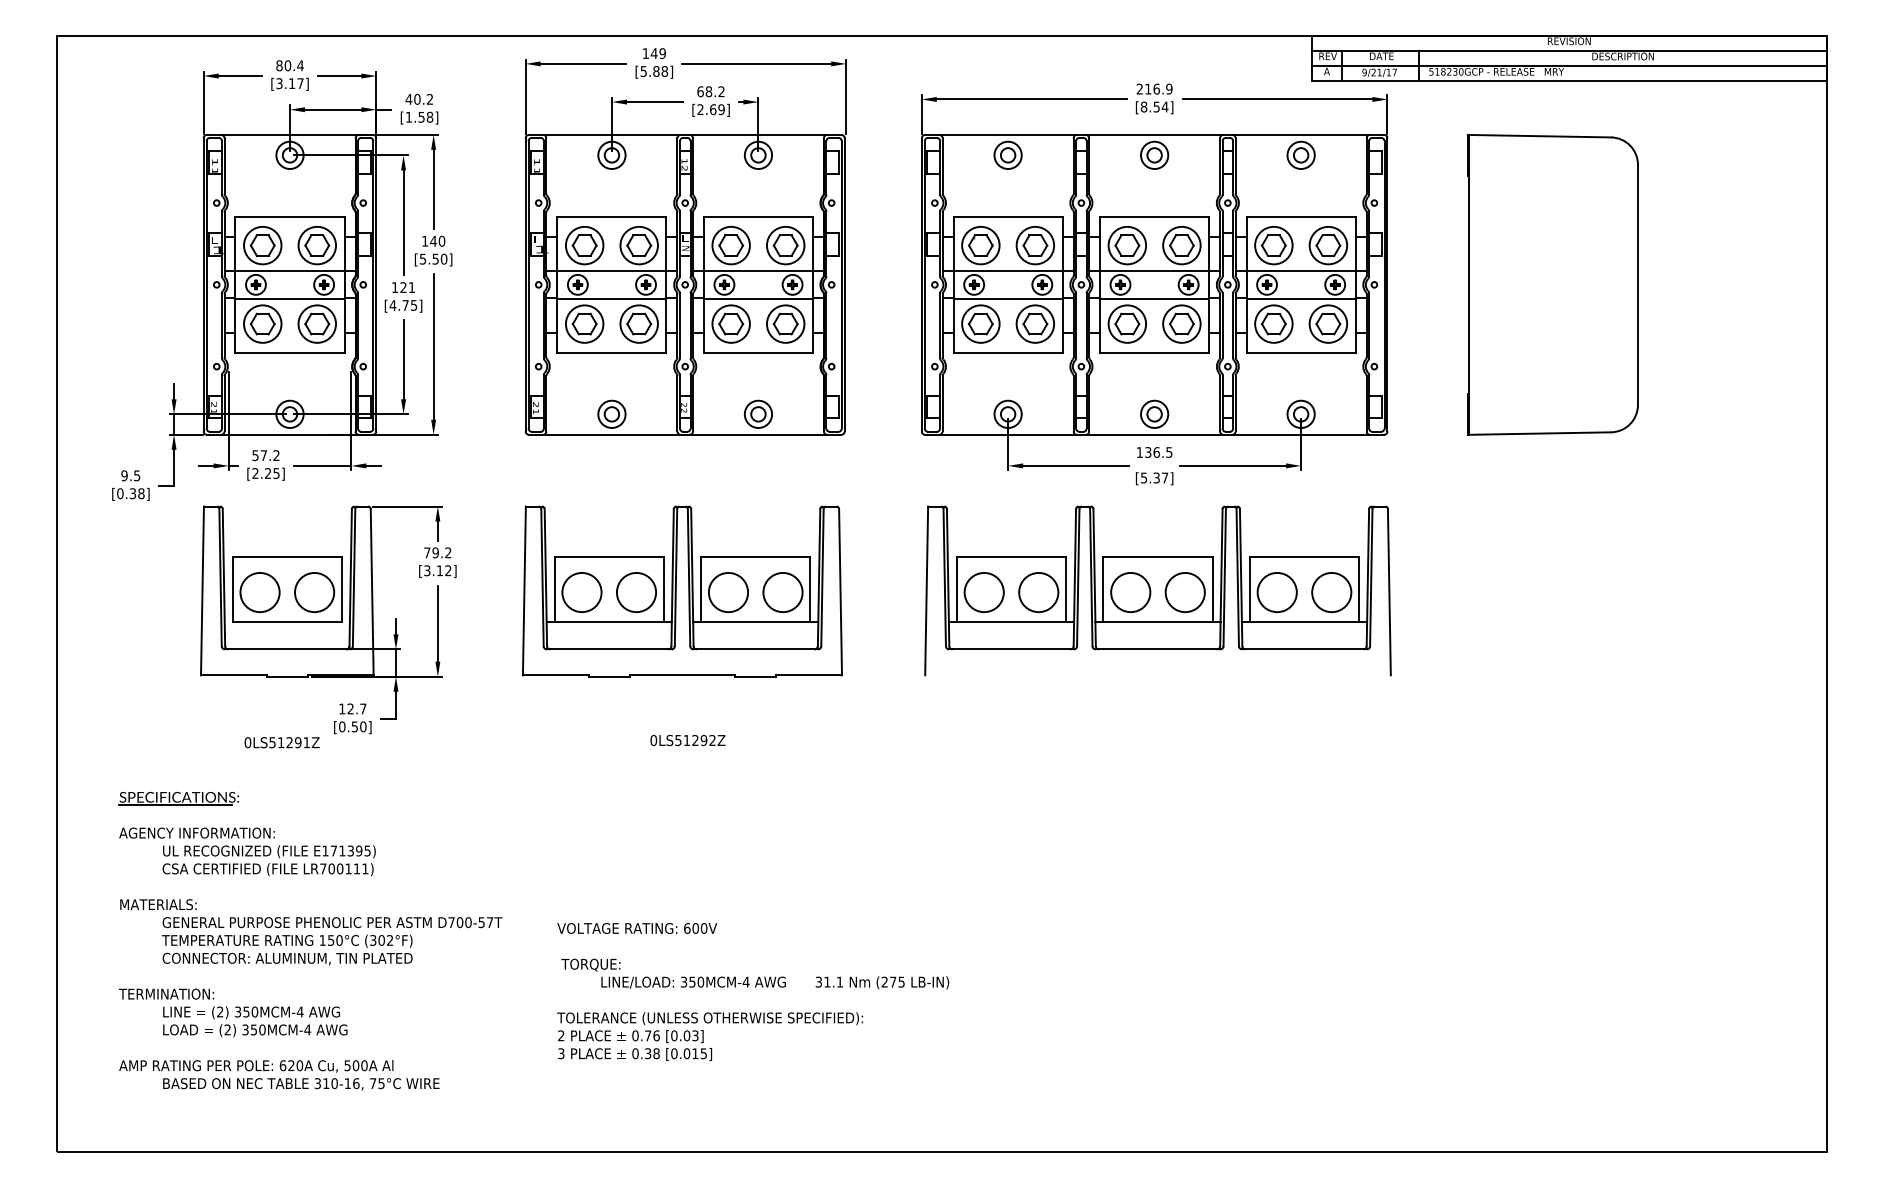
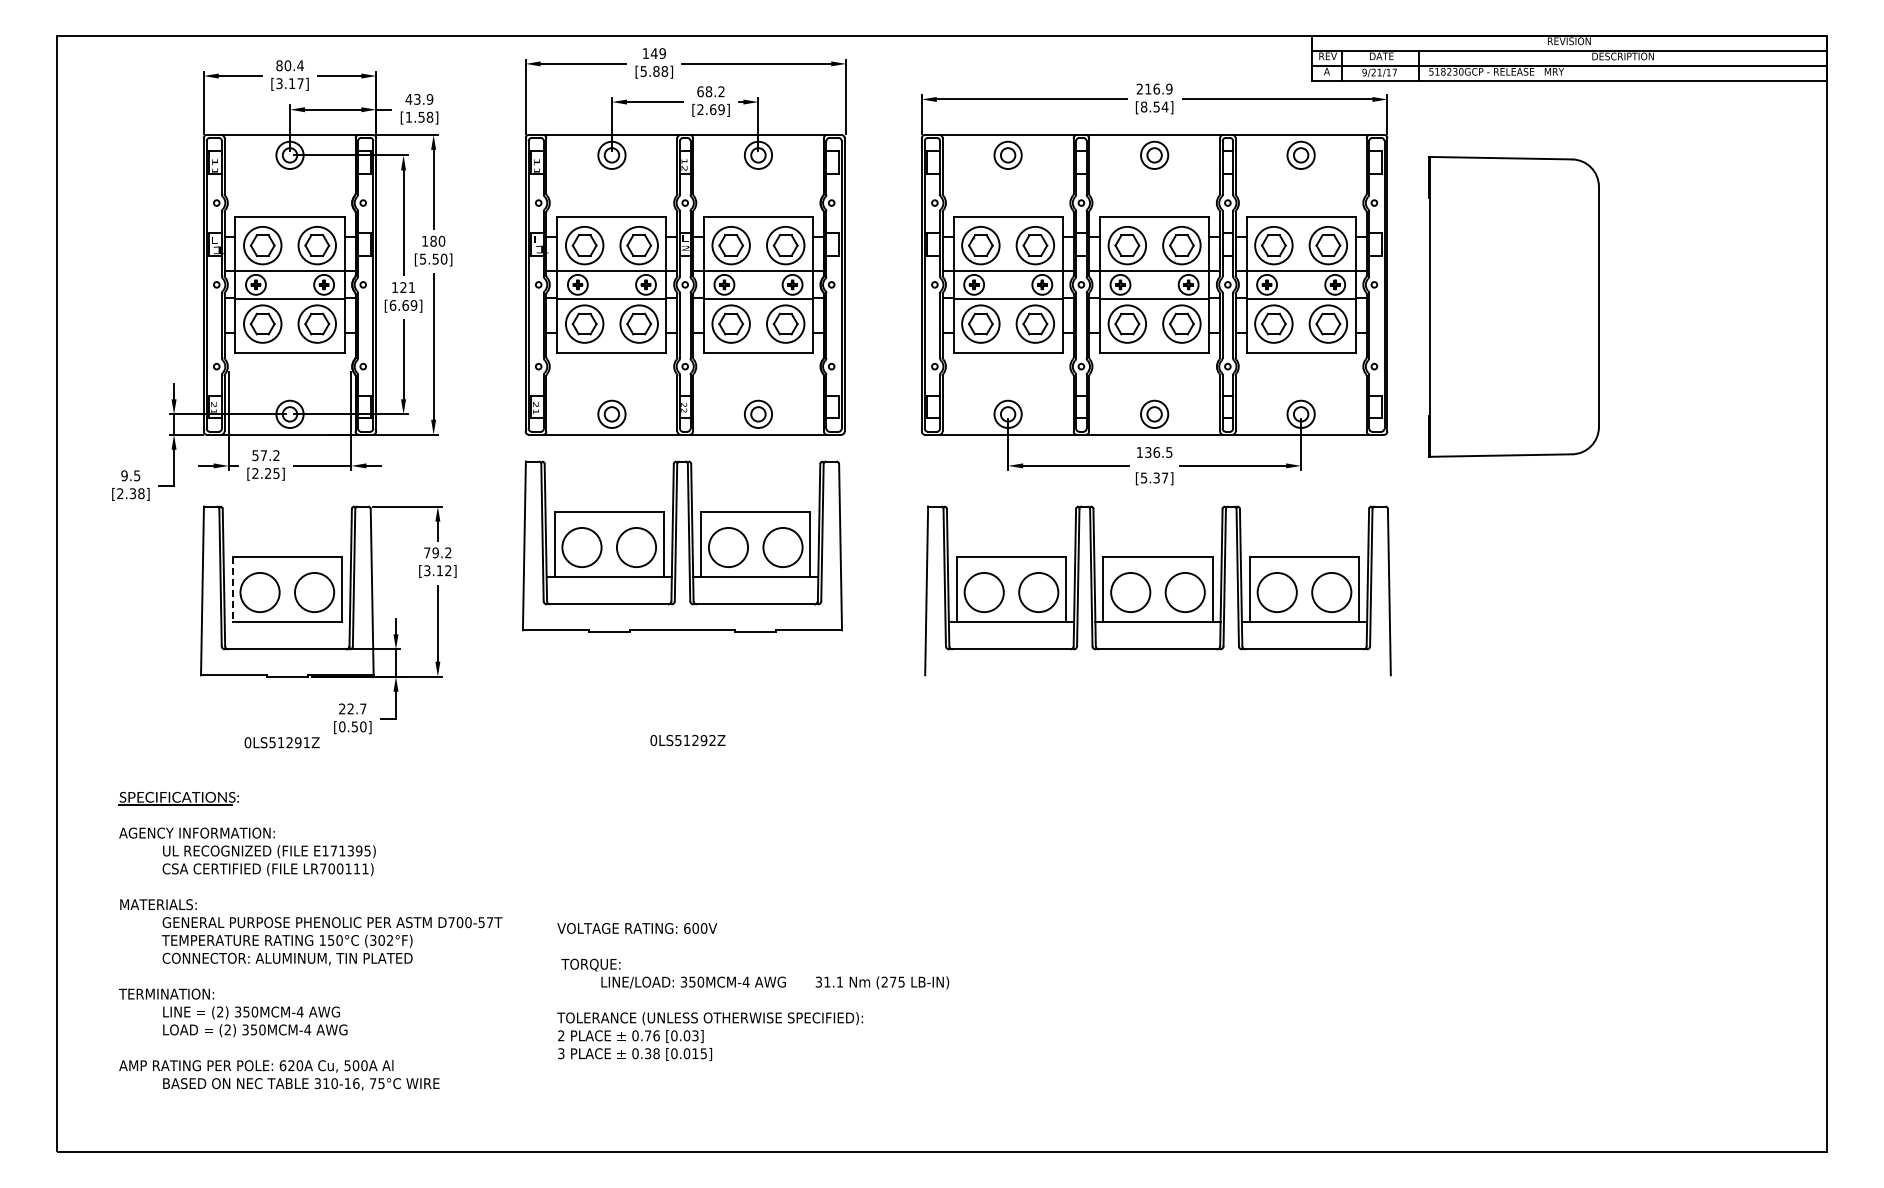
text at (423, 99): 40.2 -> 43.9
text at (433, 240): 140 -> 180
part at (1552, 284) position: (1552, 284) -> (1513, 306)
text at (403, 305): [4.75] -> [6.69]
text at (120, 493): [0.38] -> [2.38]
line at (232, 590): solid -> dashed
part at (682, 591) position: (682, 591) -> (682, 546)
text at (342, 708): 12.7 -> 22.7
